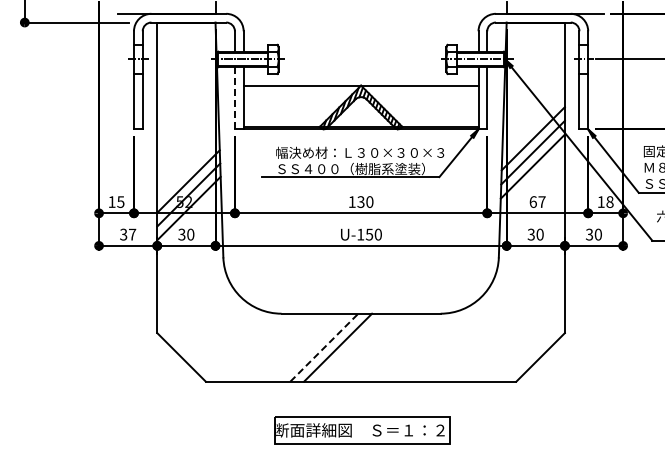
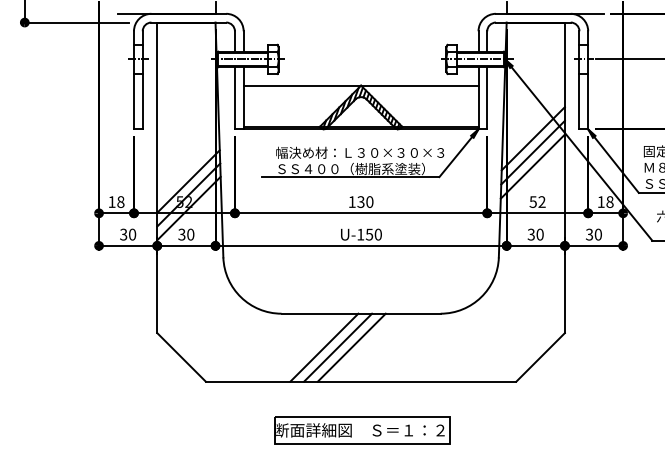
line at (234, 98): dashed -> solid
text at (120, 201): 15 -> 18
text at (537, 201): 67 -> 52
text at (132, 234): 37 -> 30
line at (324, 347): dashed -> solid
line at (351, 347): none -> present
